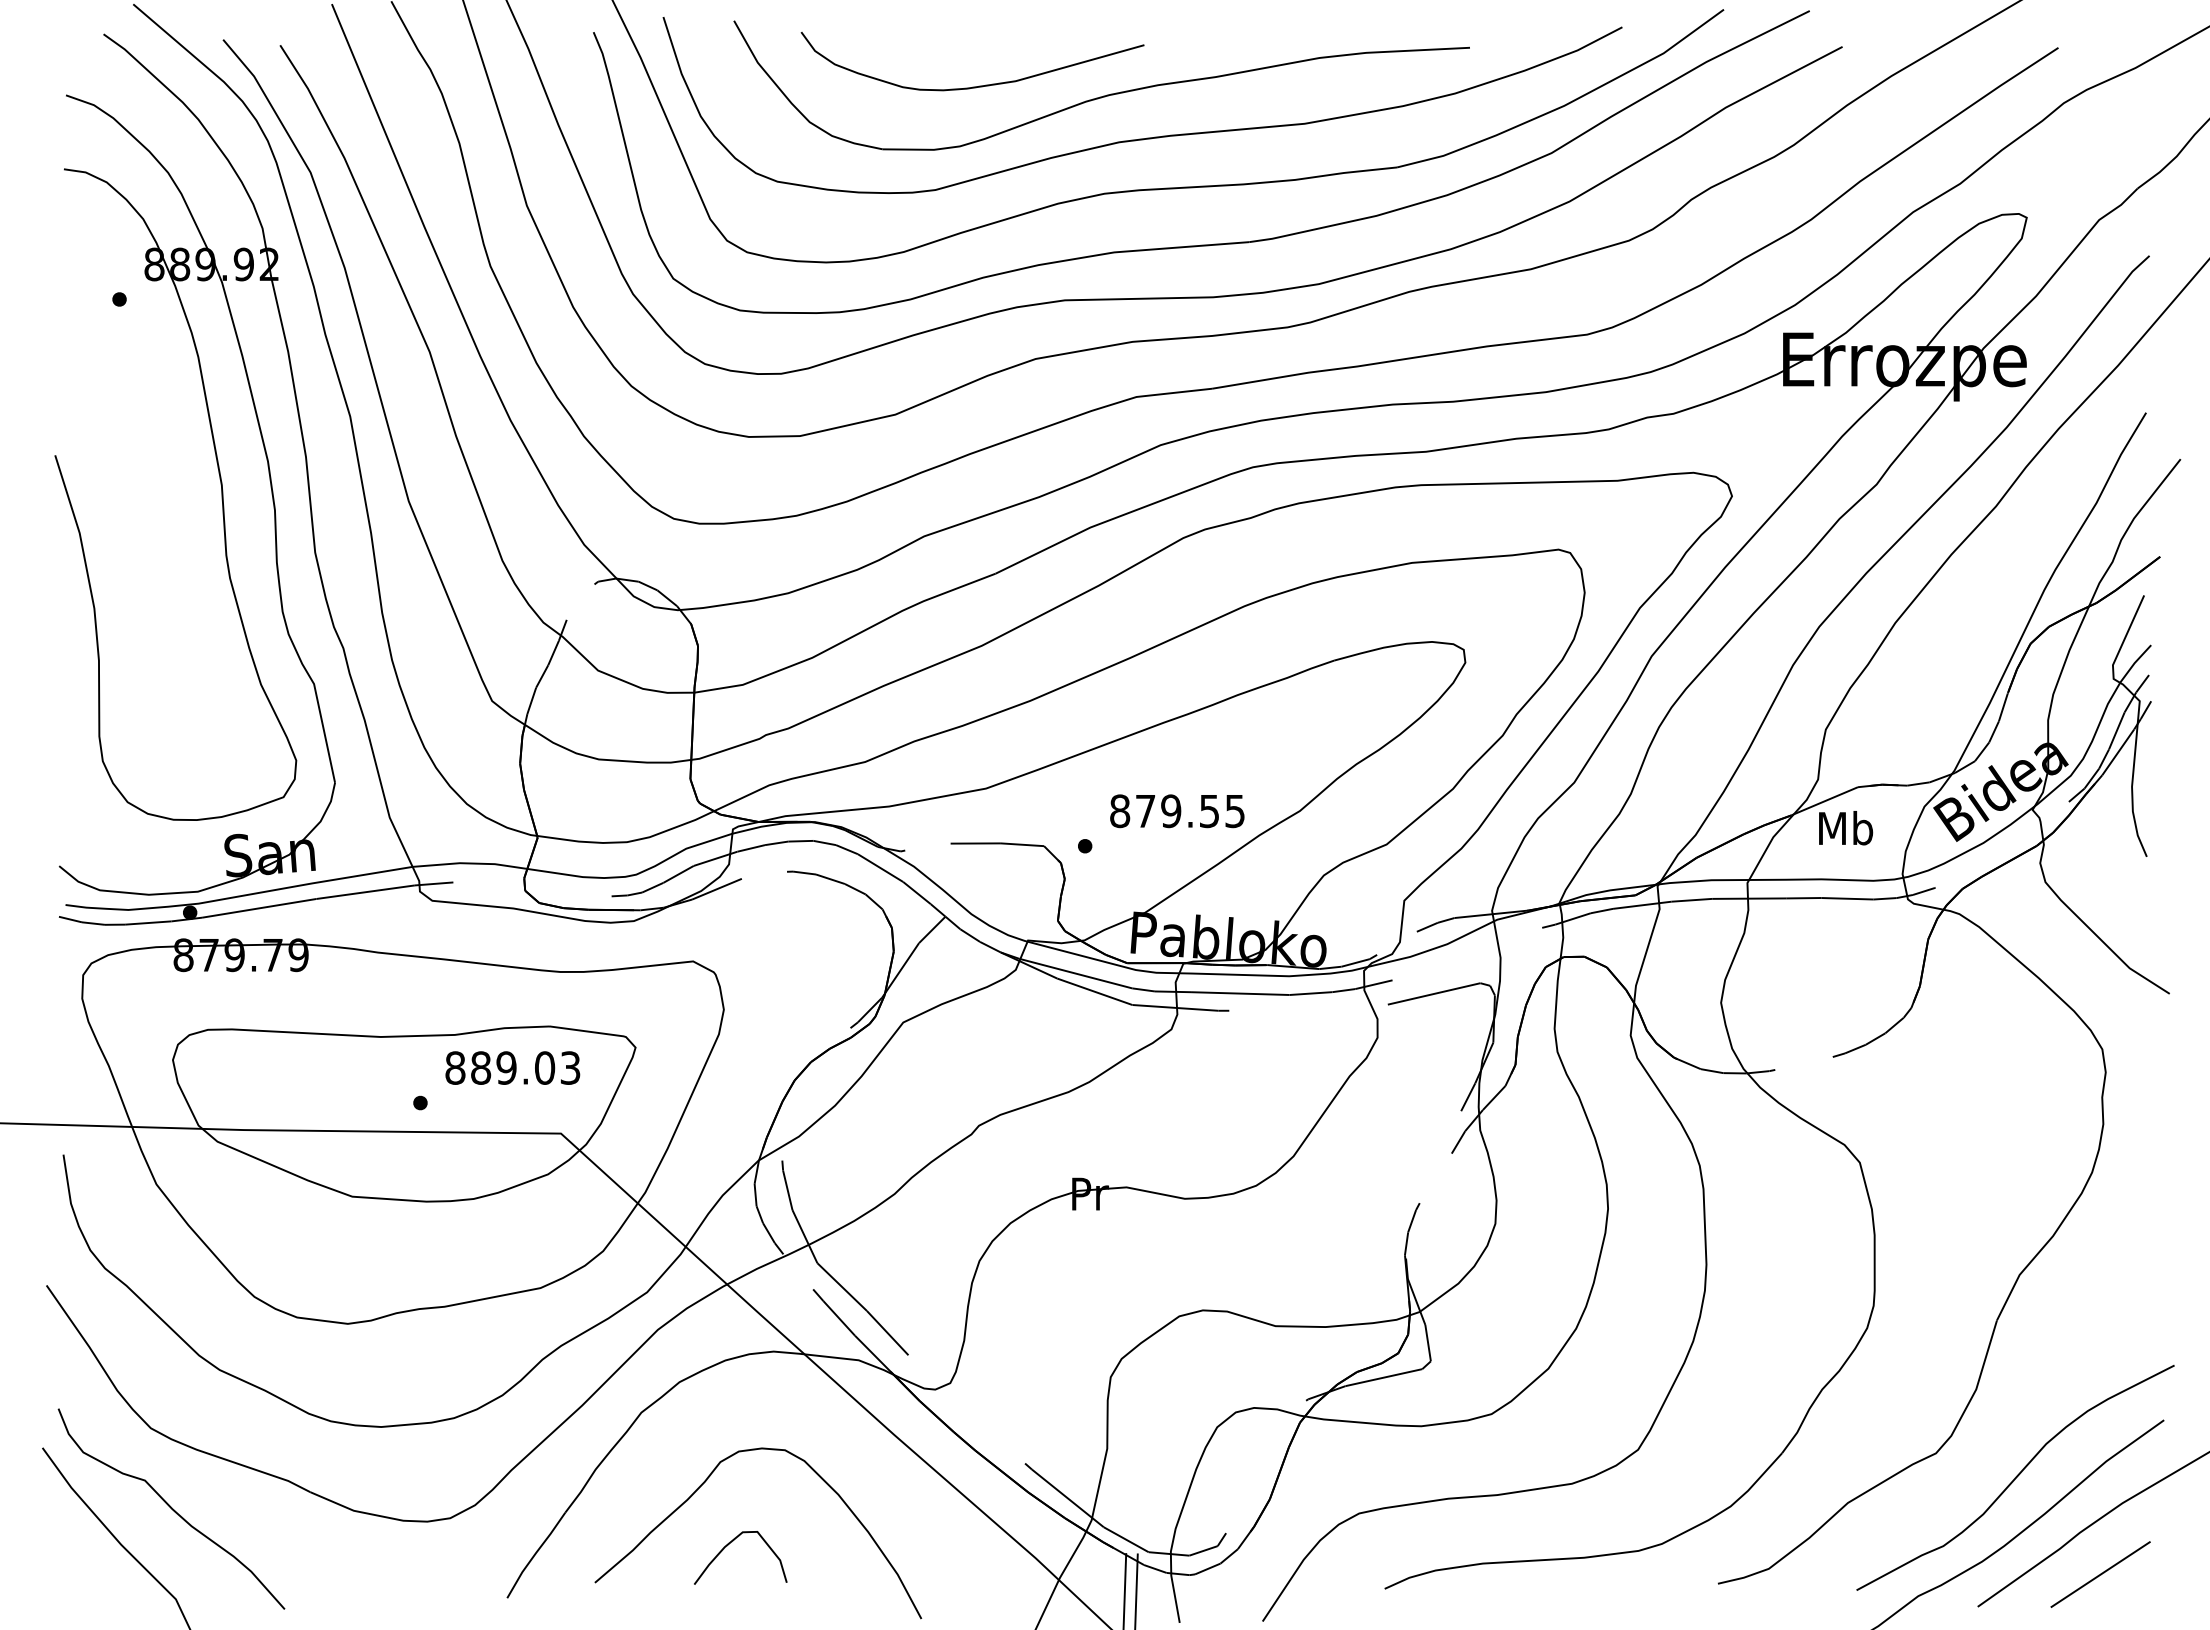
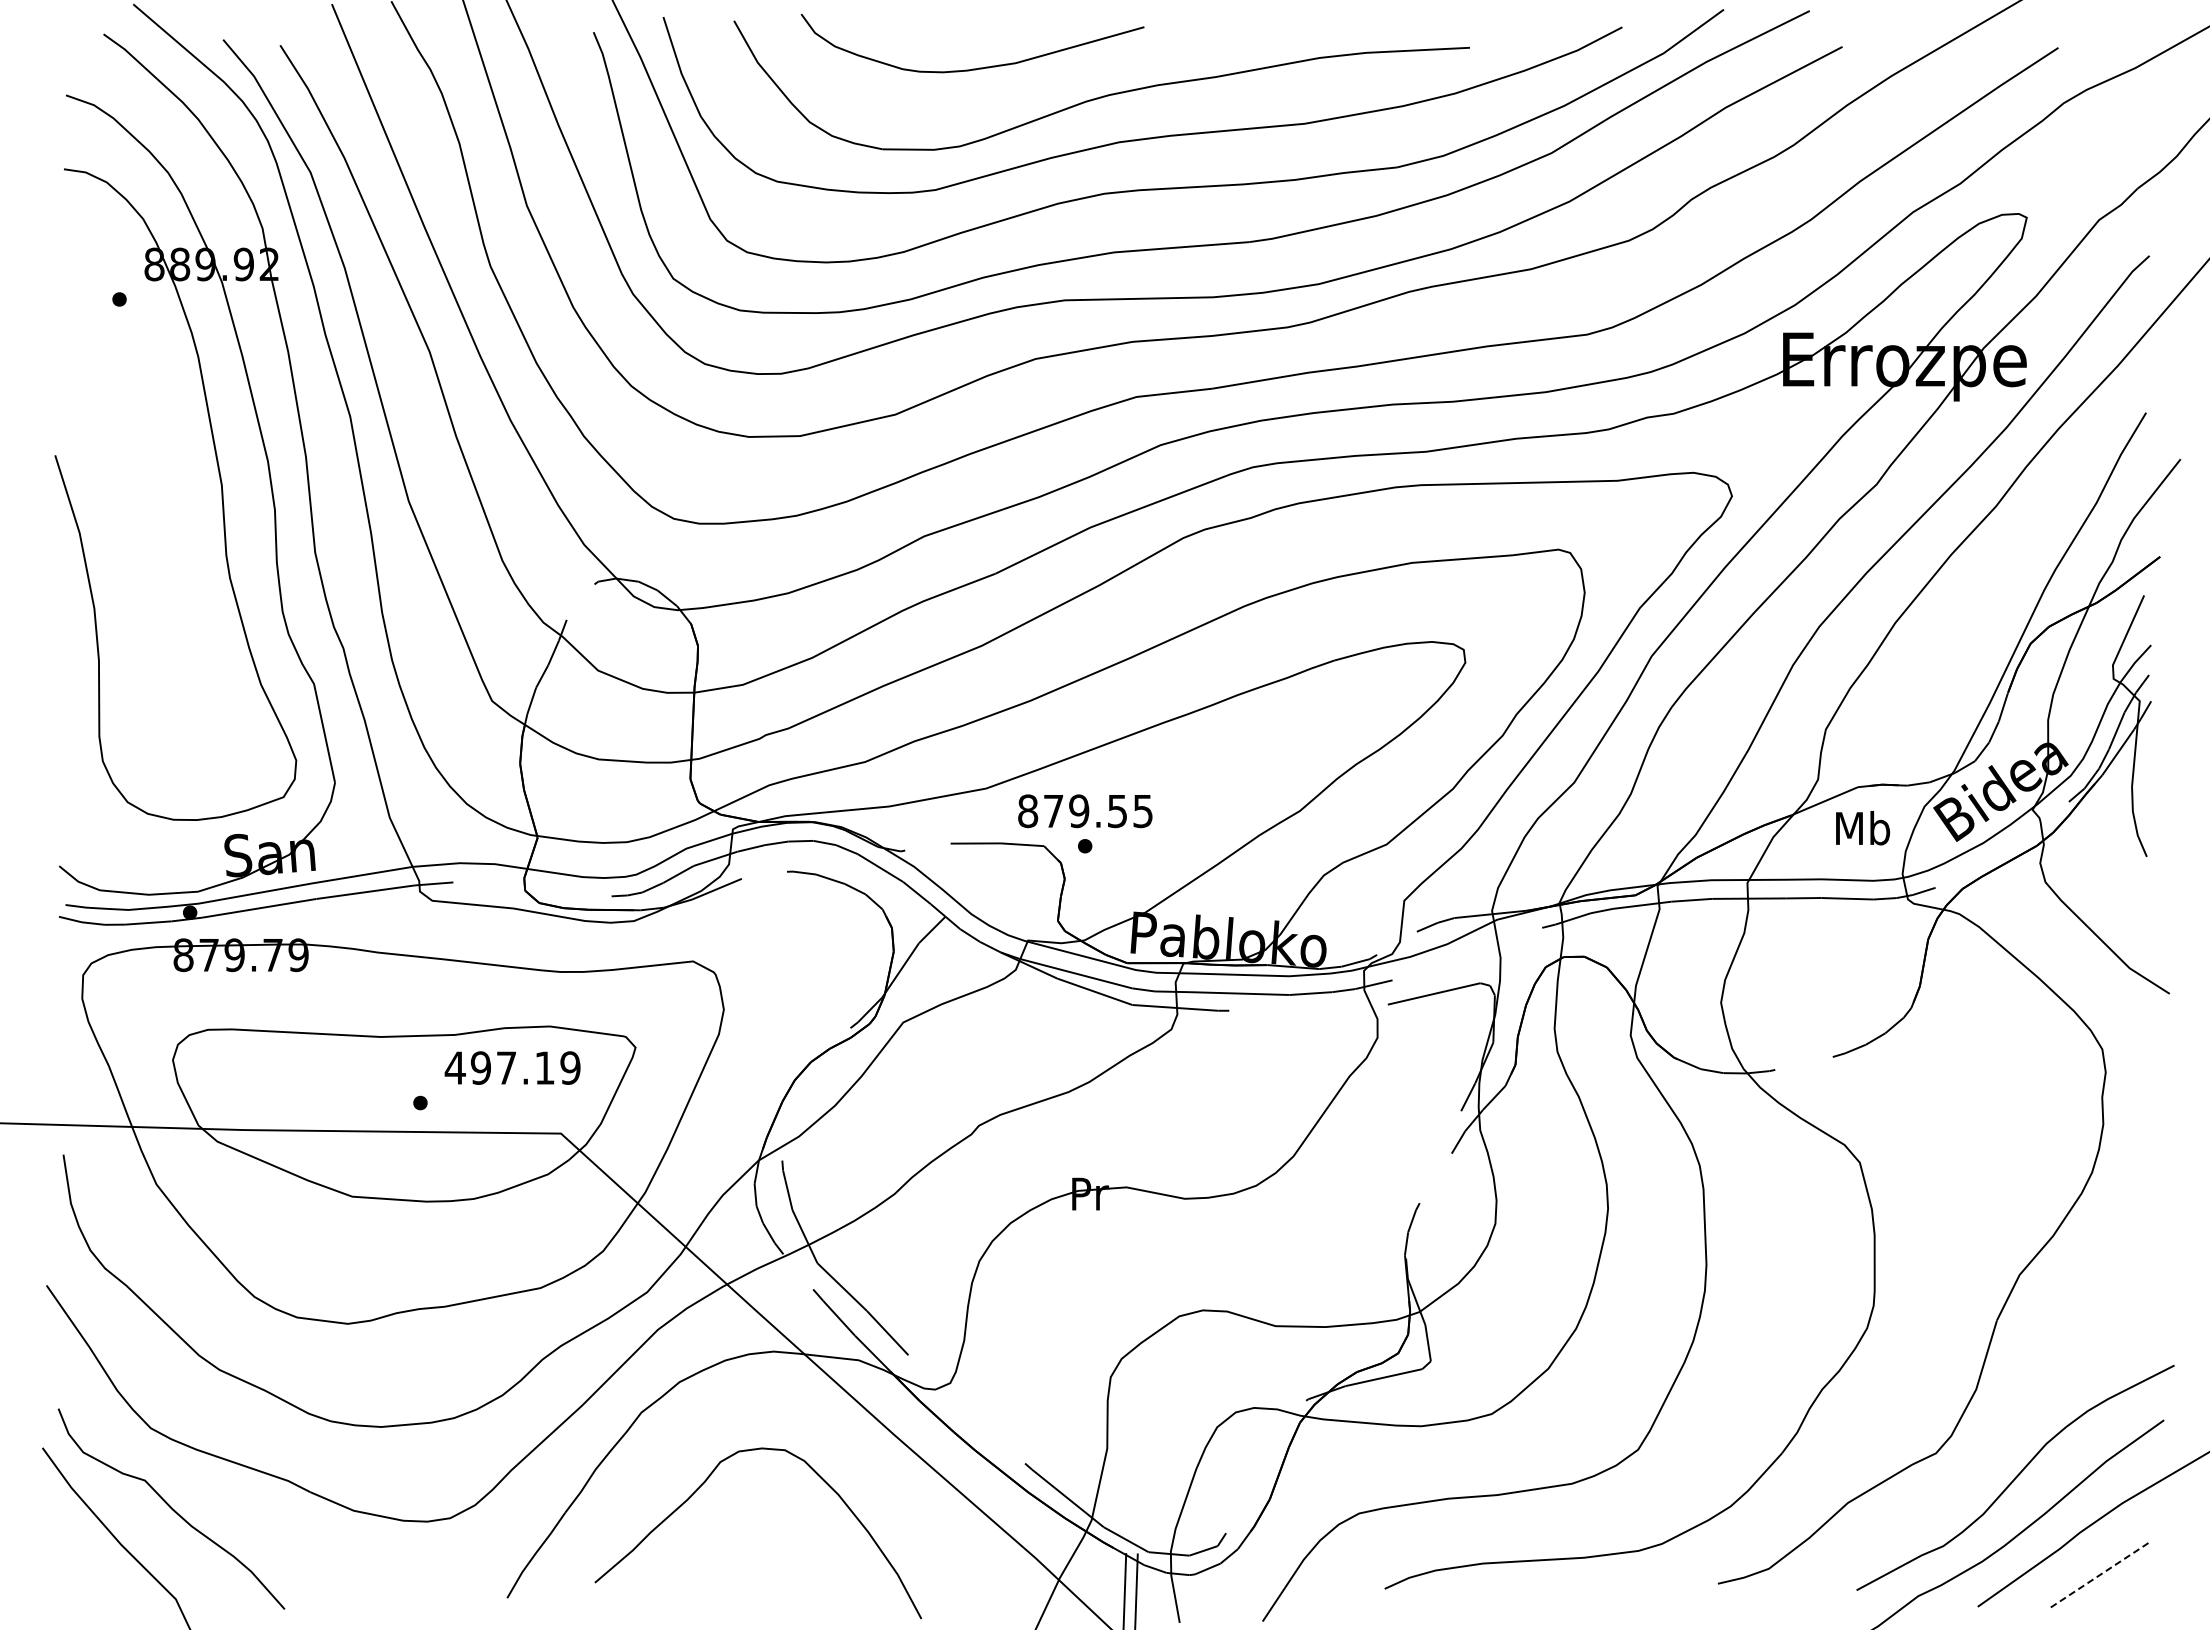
curve at (979, 85) position: (979, 85) -> (979, 67)
text at (1177, 811) position: (1177, 811) -> (1085, 811)
text at (1846, 828) position: (1846, 828) -> (1863, 828)
text at (512, 1067): 889.03 -> 497.19
curve at (728, 1545): present -> none
line at (2100, 1574): solid -> dashed
